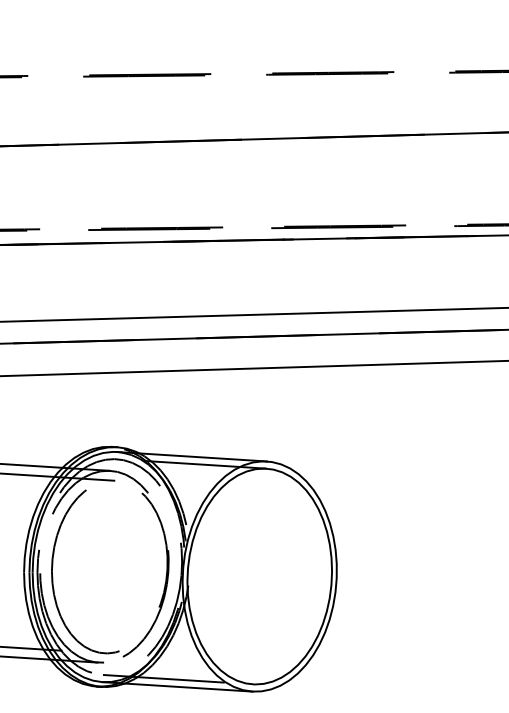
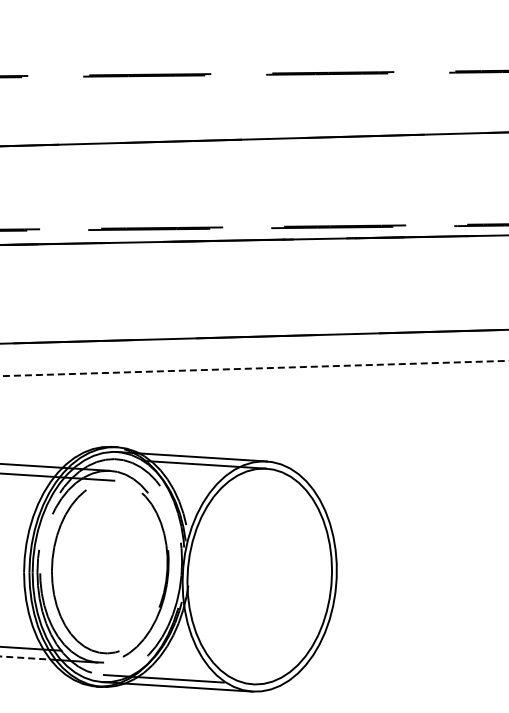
line at (253, 314): present -> none
line at (254, 368): solid -> dashed
line at (25, 658): solid -> dashed
